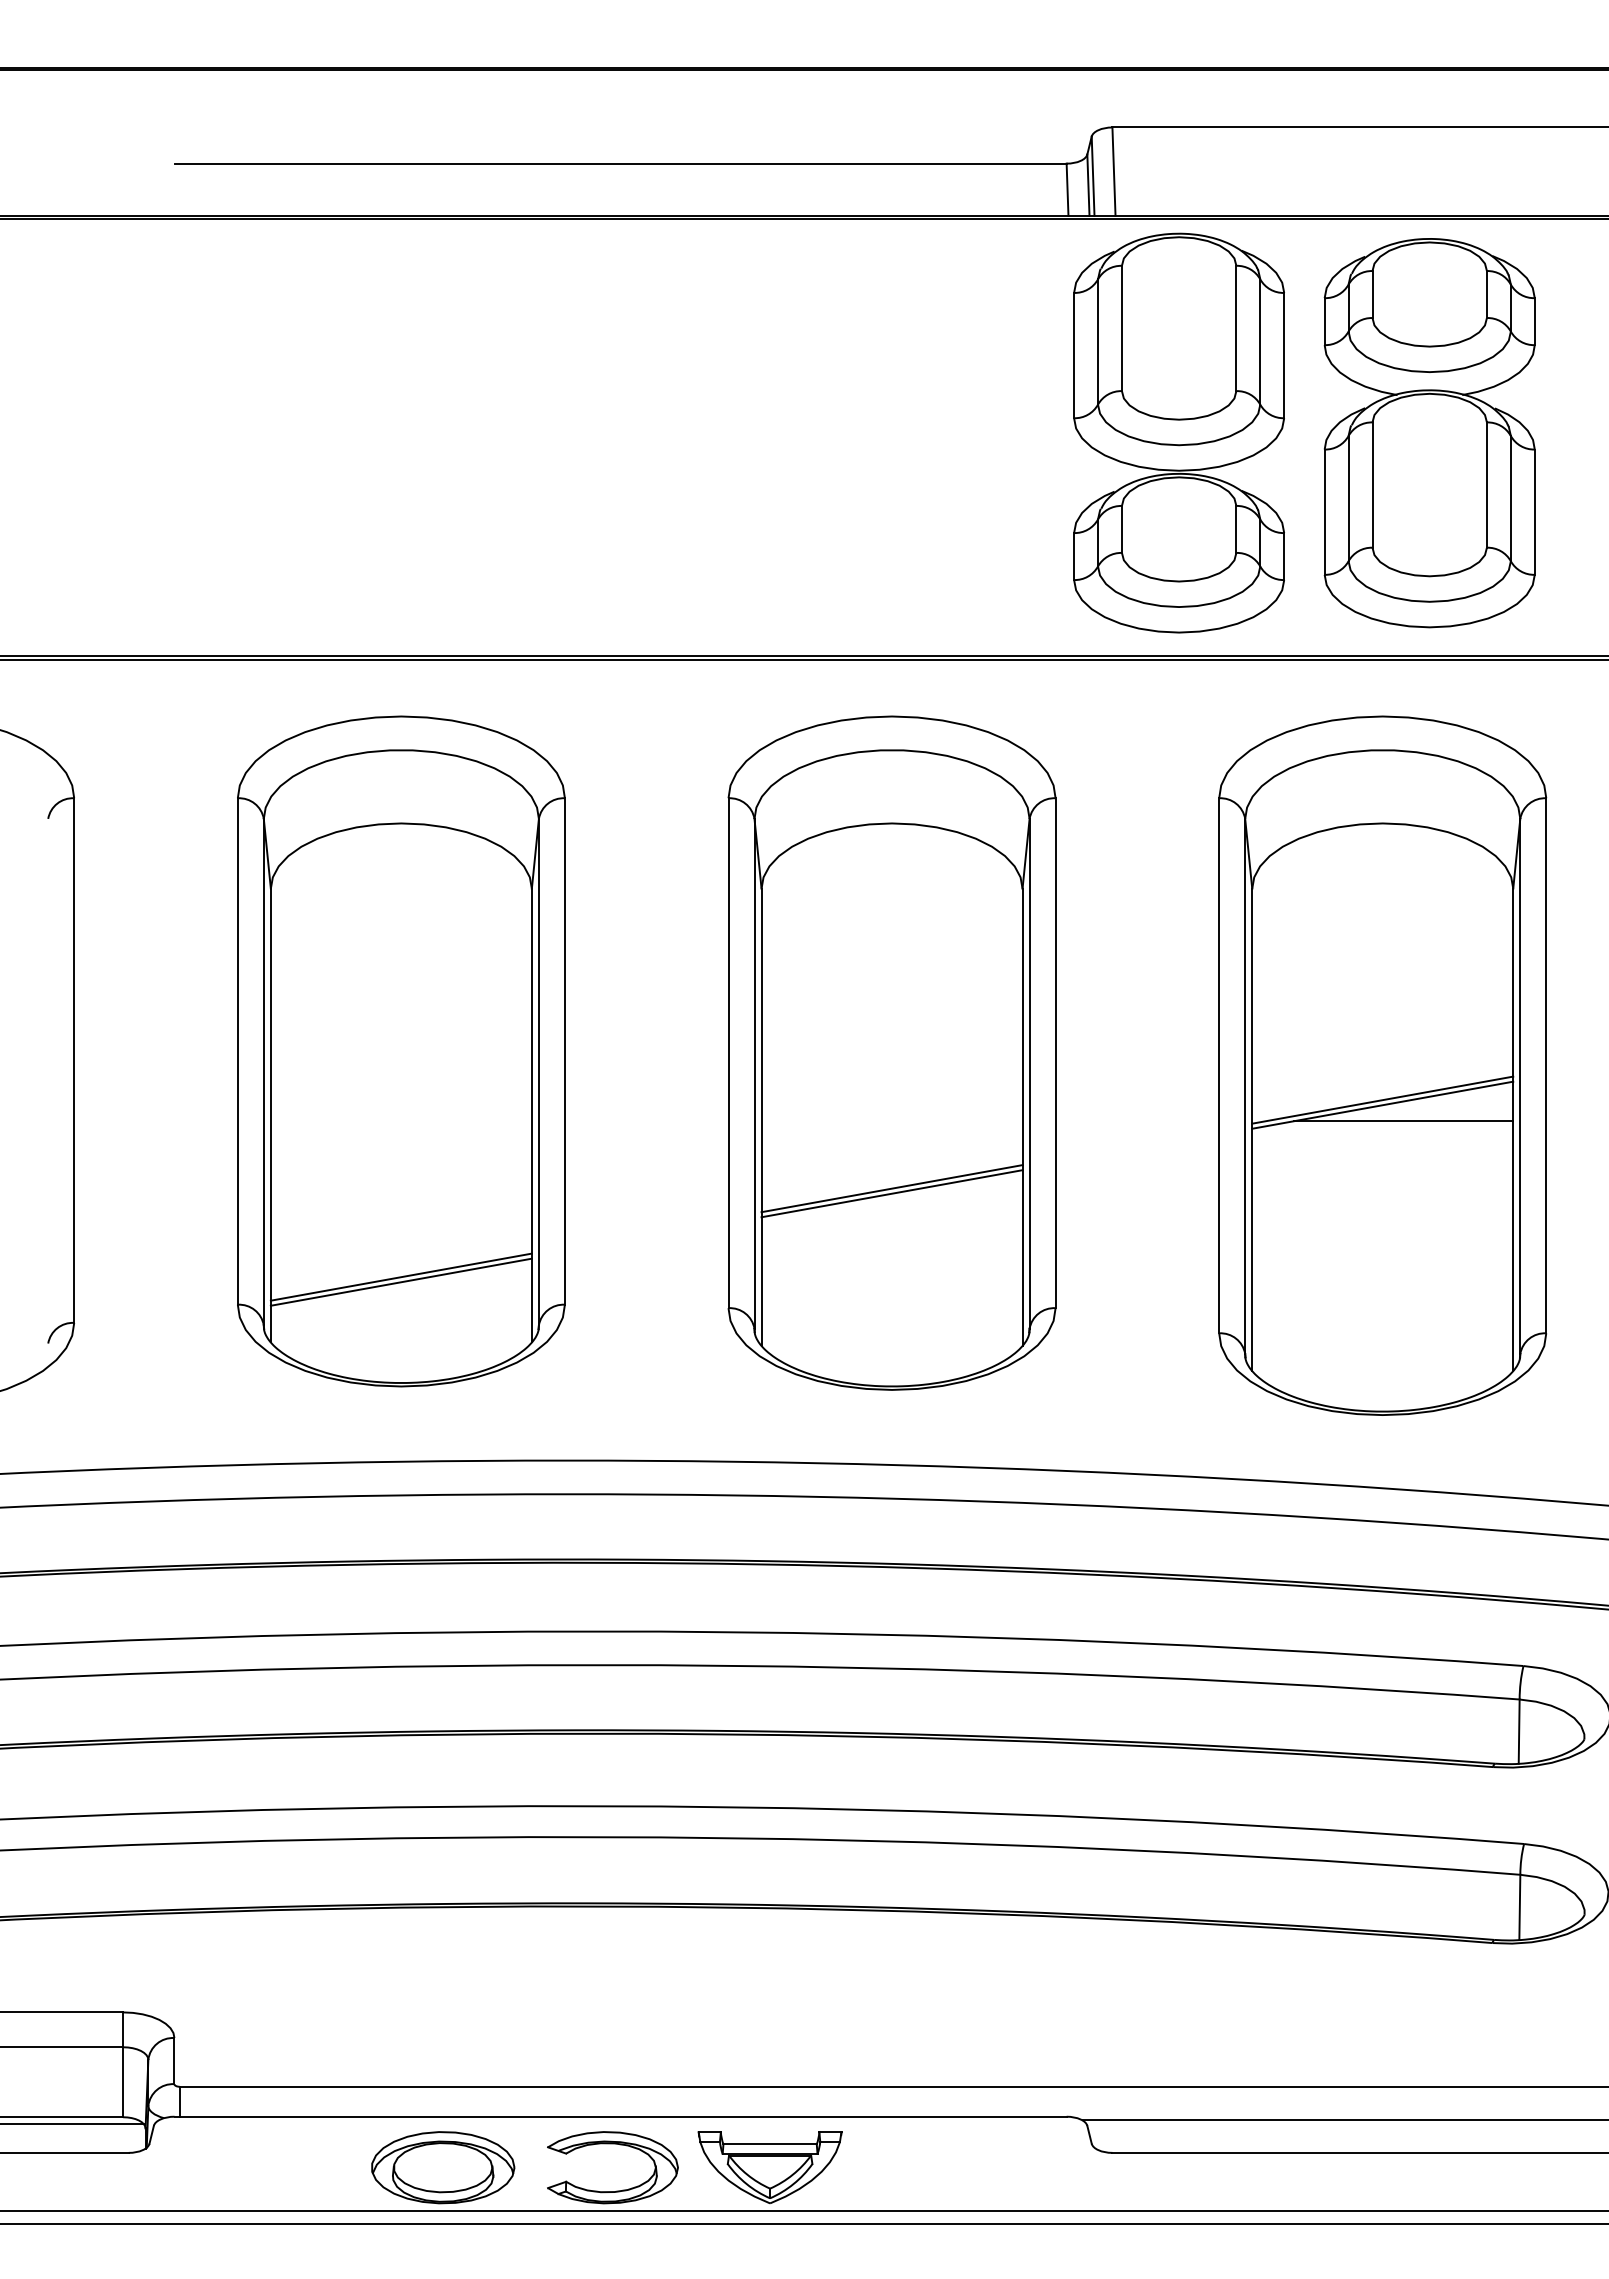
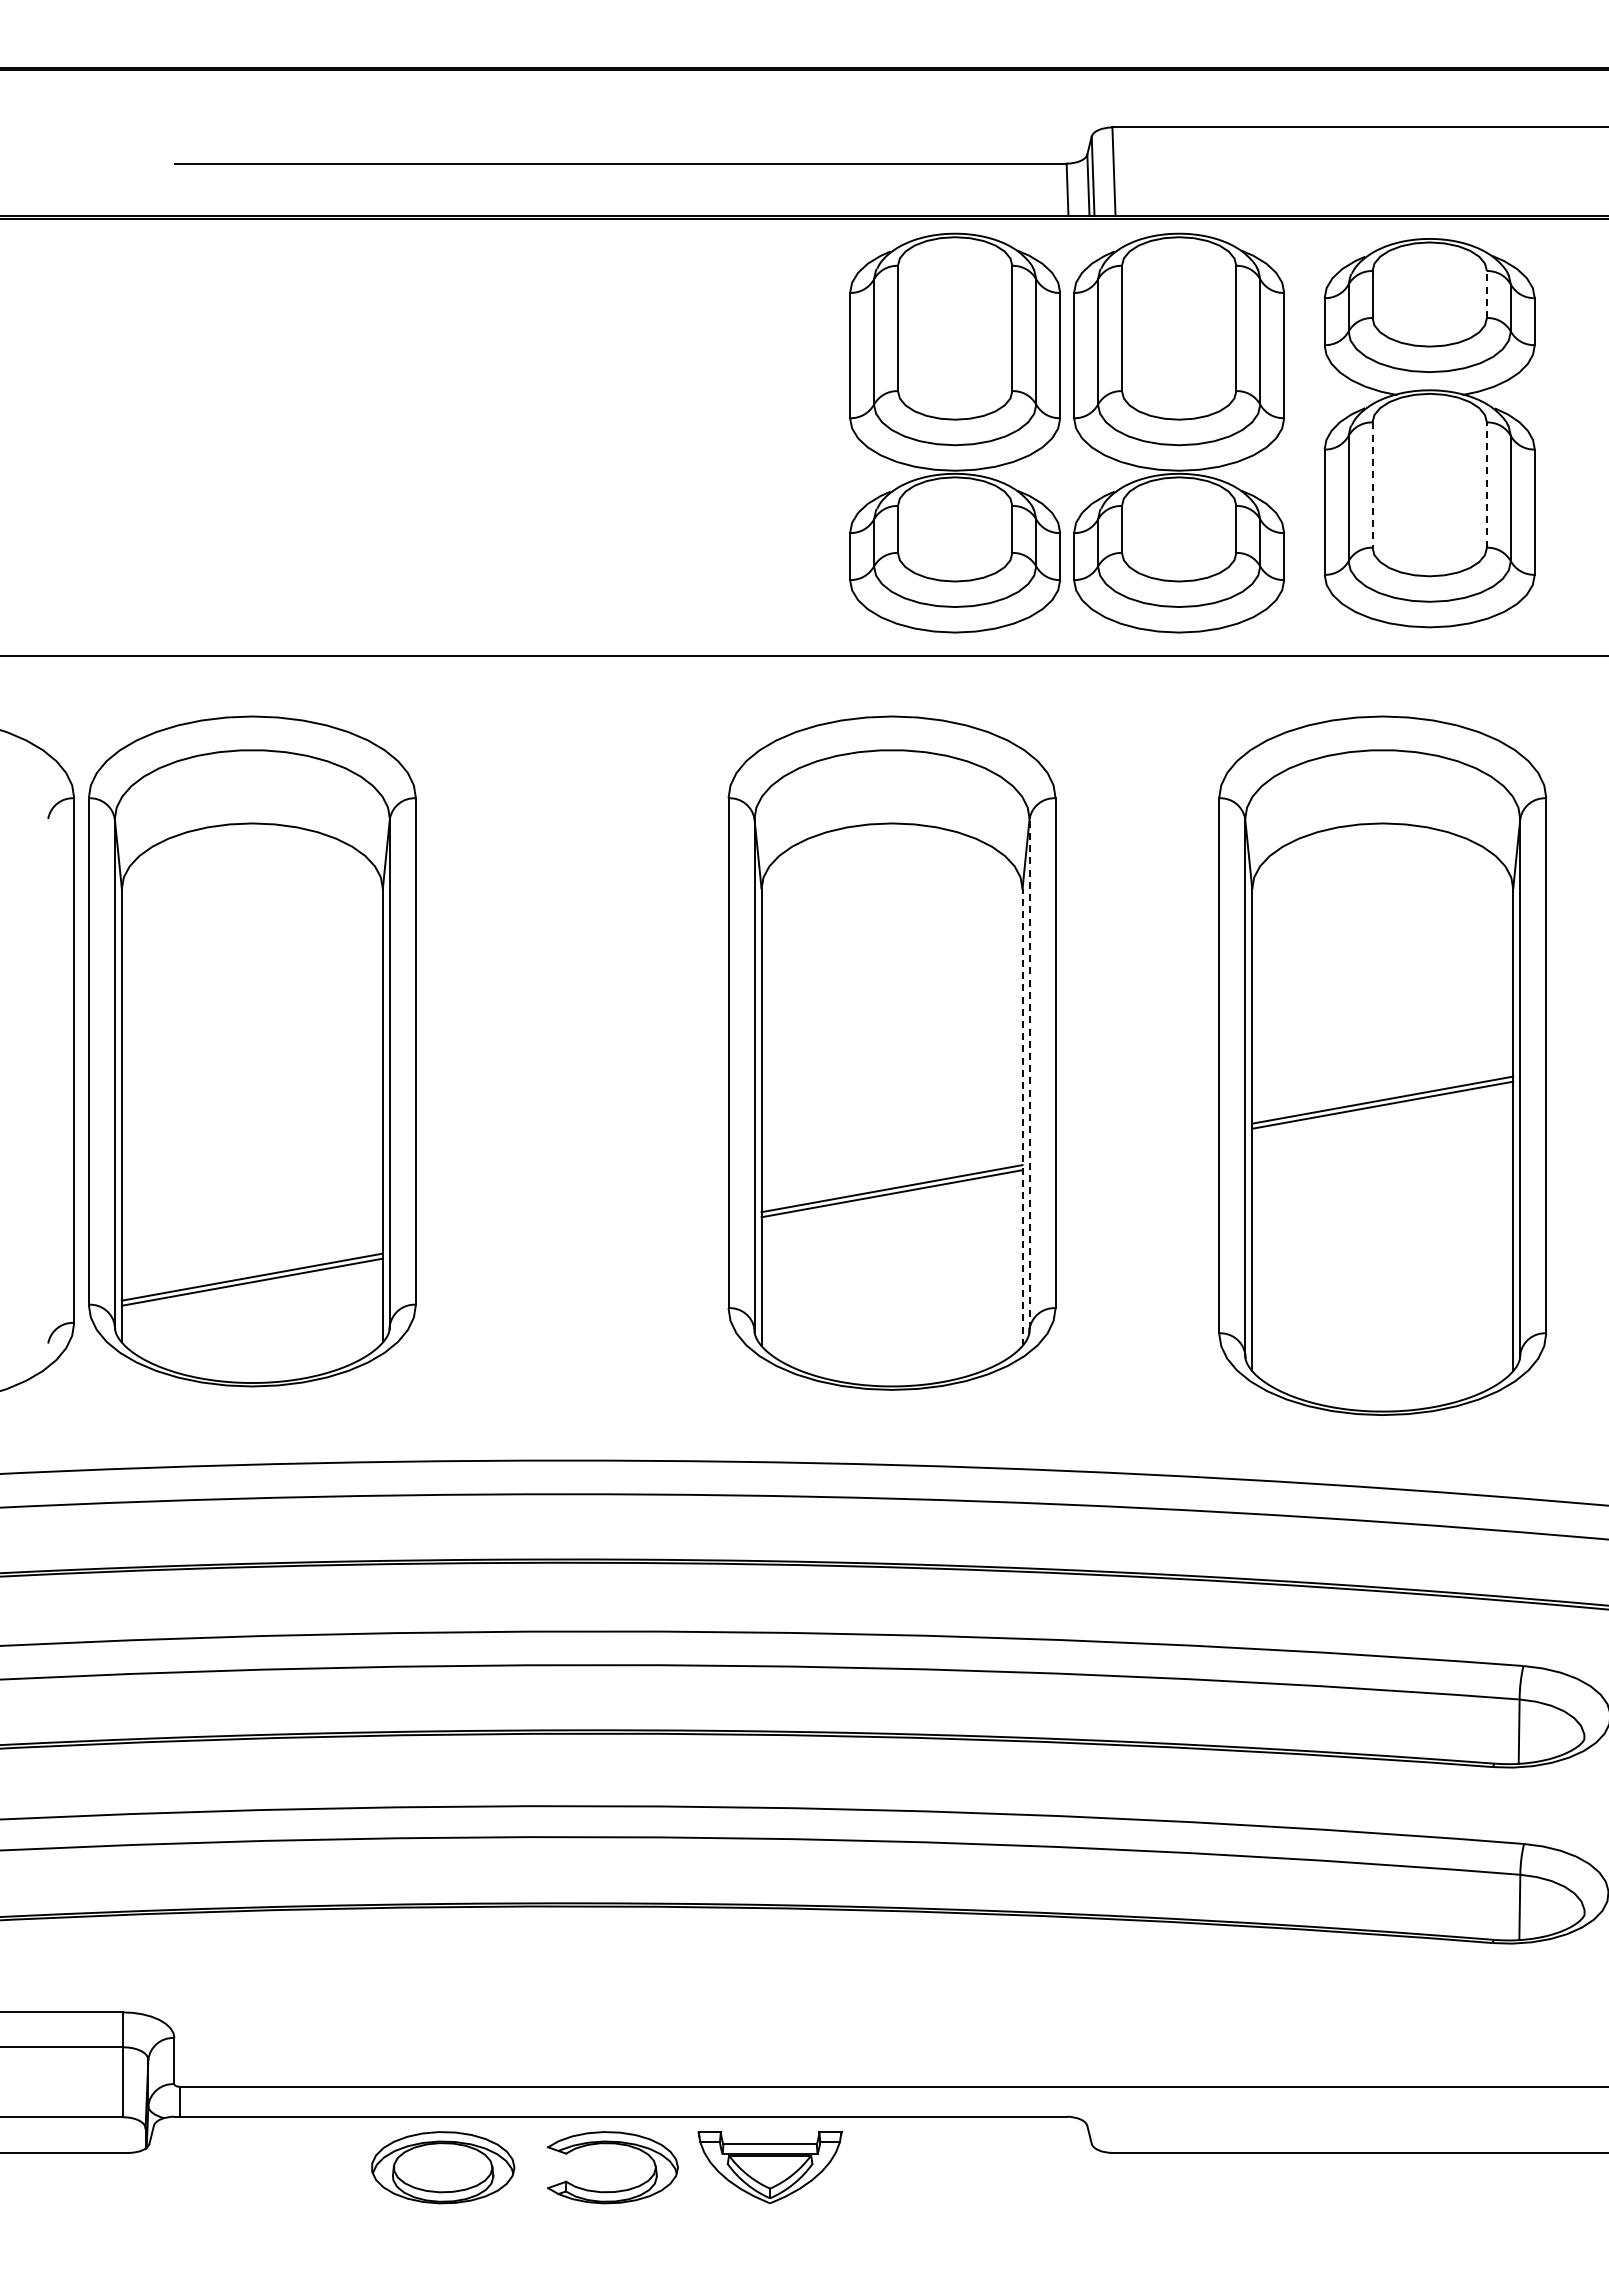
line at (1486, 294): solid -> dashed
part at (954, 432): none -> present
line at (1372, 485): solid -> dashed
line at (1486, 485): solid -> dashed
line at (803, 659): present -> none
part at (401, 1051) position: (401, 1051) -> (252, 1051)
line at (1029, 1073): solid -> dashed
line at (1022, 1117): solid -> dashed
line at (1403, 1121): present -> none
line at (1343, 2120): present -> none
line at (72, 2123): present -> none
line at (803, 2210): present -> none
line at (803, 2224): present -> none
